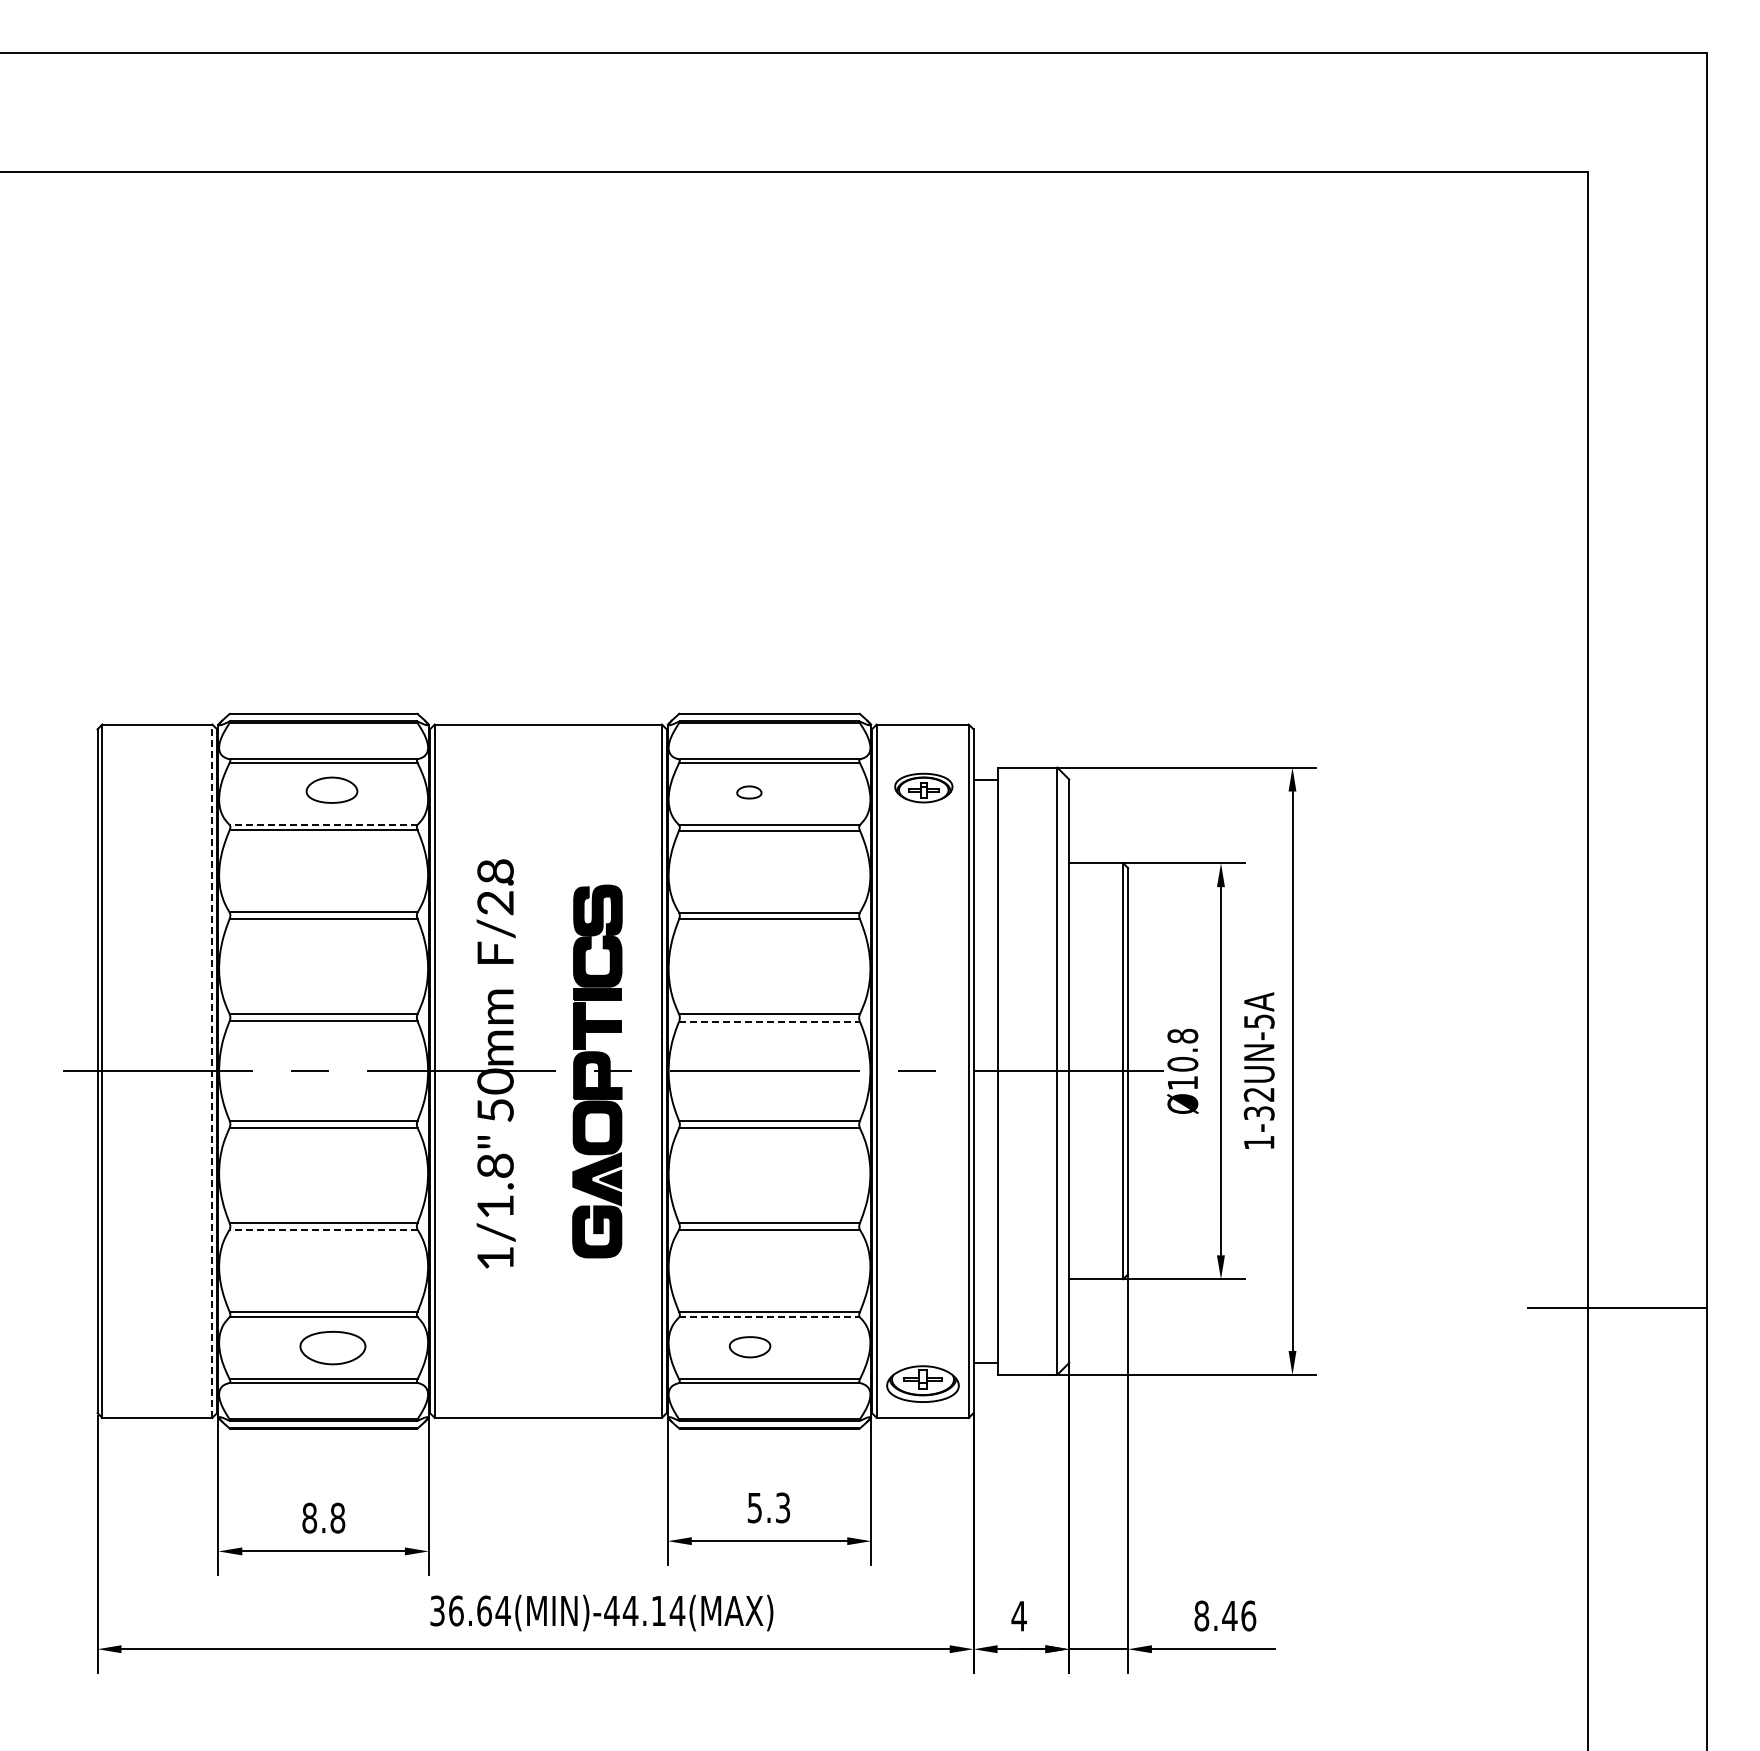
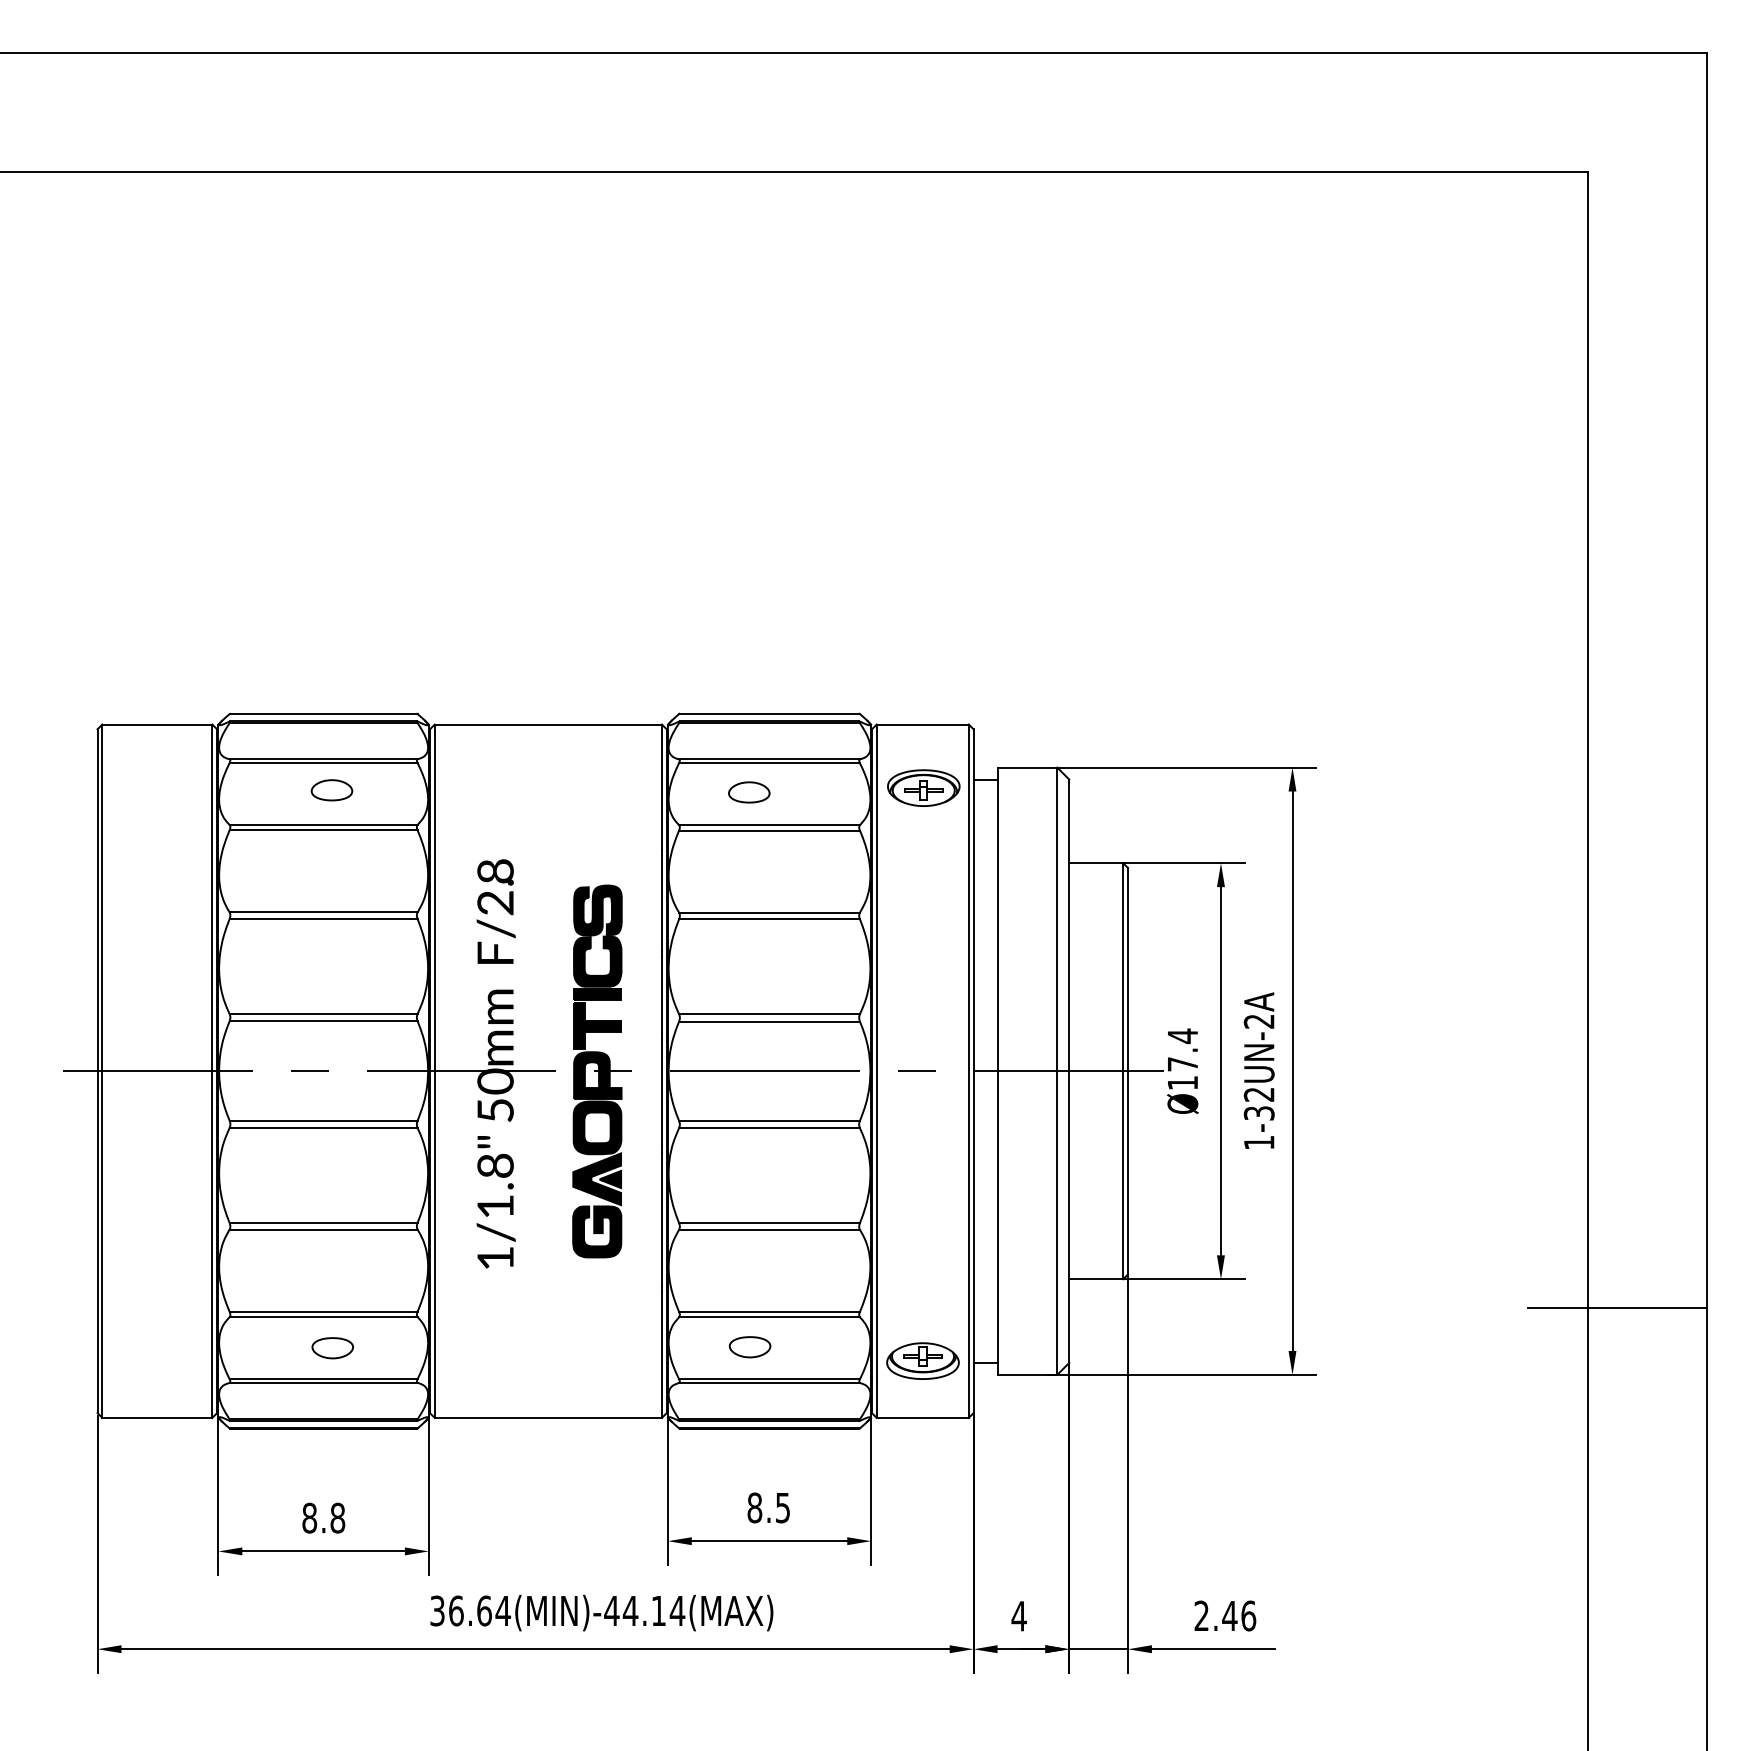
part at (923, 787) size: 60x32 px -> 74x38 px
part at (331, 789) size: 54x28 px -> 44x23 px
part at (749, 792) size: 27x15 px -> 43x23 px
line at (323, 824): dashed -> solid
line at (770, 1021): dashed -> solid
text at (1258, 1021): 1-32UN-5A -> 1-32UN-2A
text at (1182, 1049): Ø10.8 -> Ø17.4
line at (212, 1071): dashed -> solid
line at (323, 1229): dashed -> solid
line at (770, 1317): dashed -> solid
part at (332, 1348) size: 68x35 px -> 43x23 px
part at (922, 1383) position: (922, 1383) -> (922, 1360)
text at (768, 1507): 5.3 -> 8.5
text at (1201, 1615): 8.46 -> 2.46
